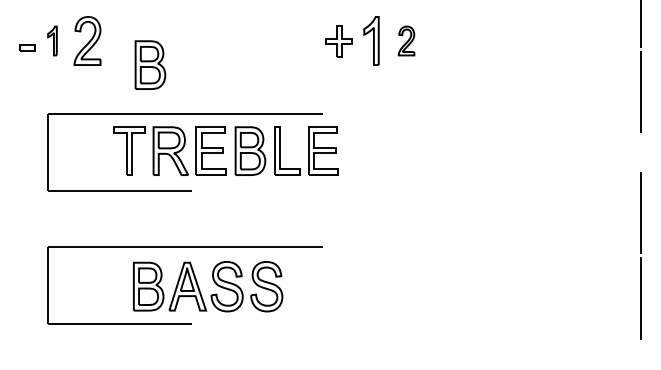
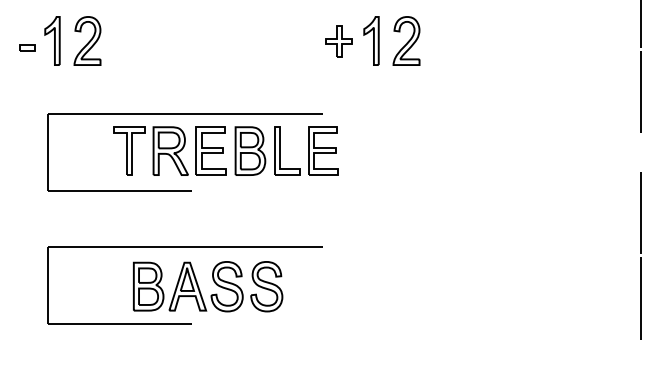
part at (52, 40) size: 11x32 px -> 17x50 px
part at (406, 40) size: 19x32 px -> 29x50 px
part at (150, 64): present -> none
